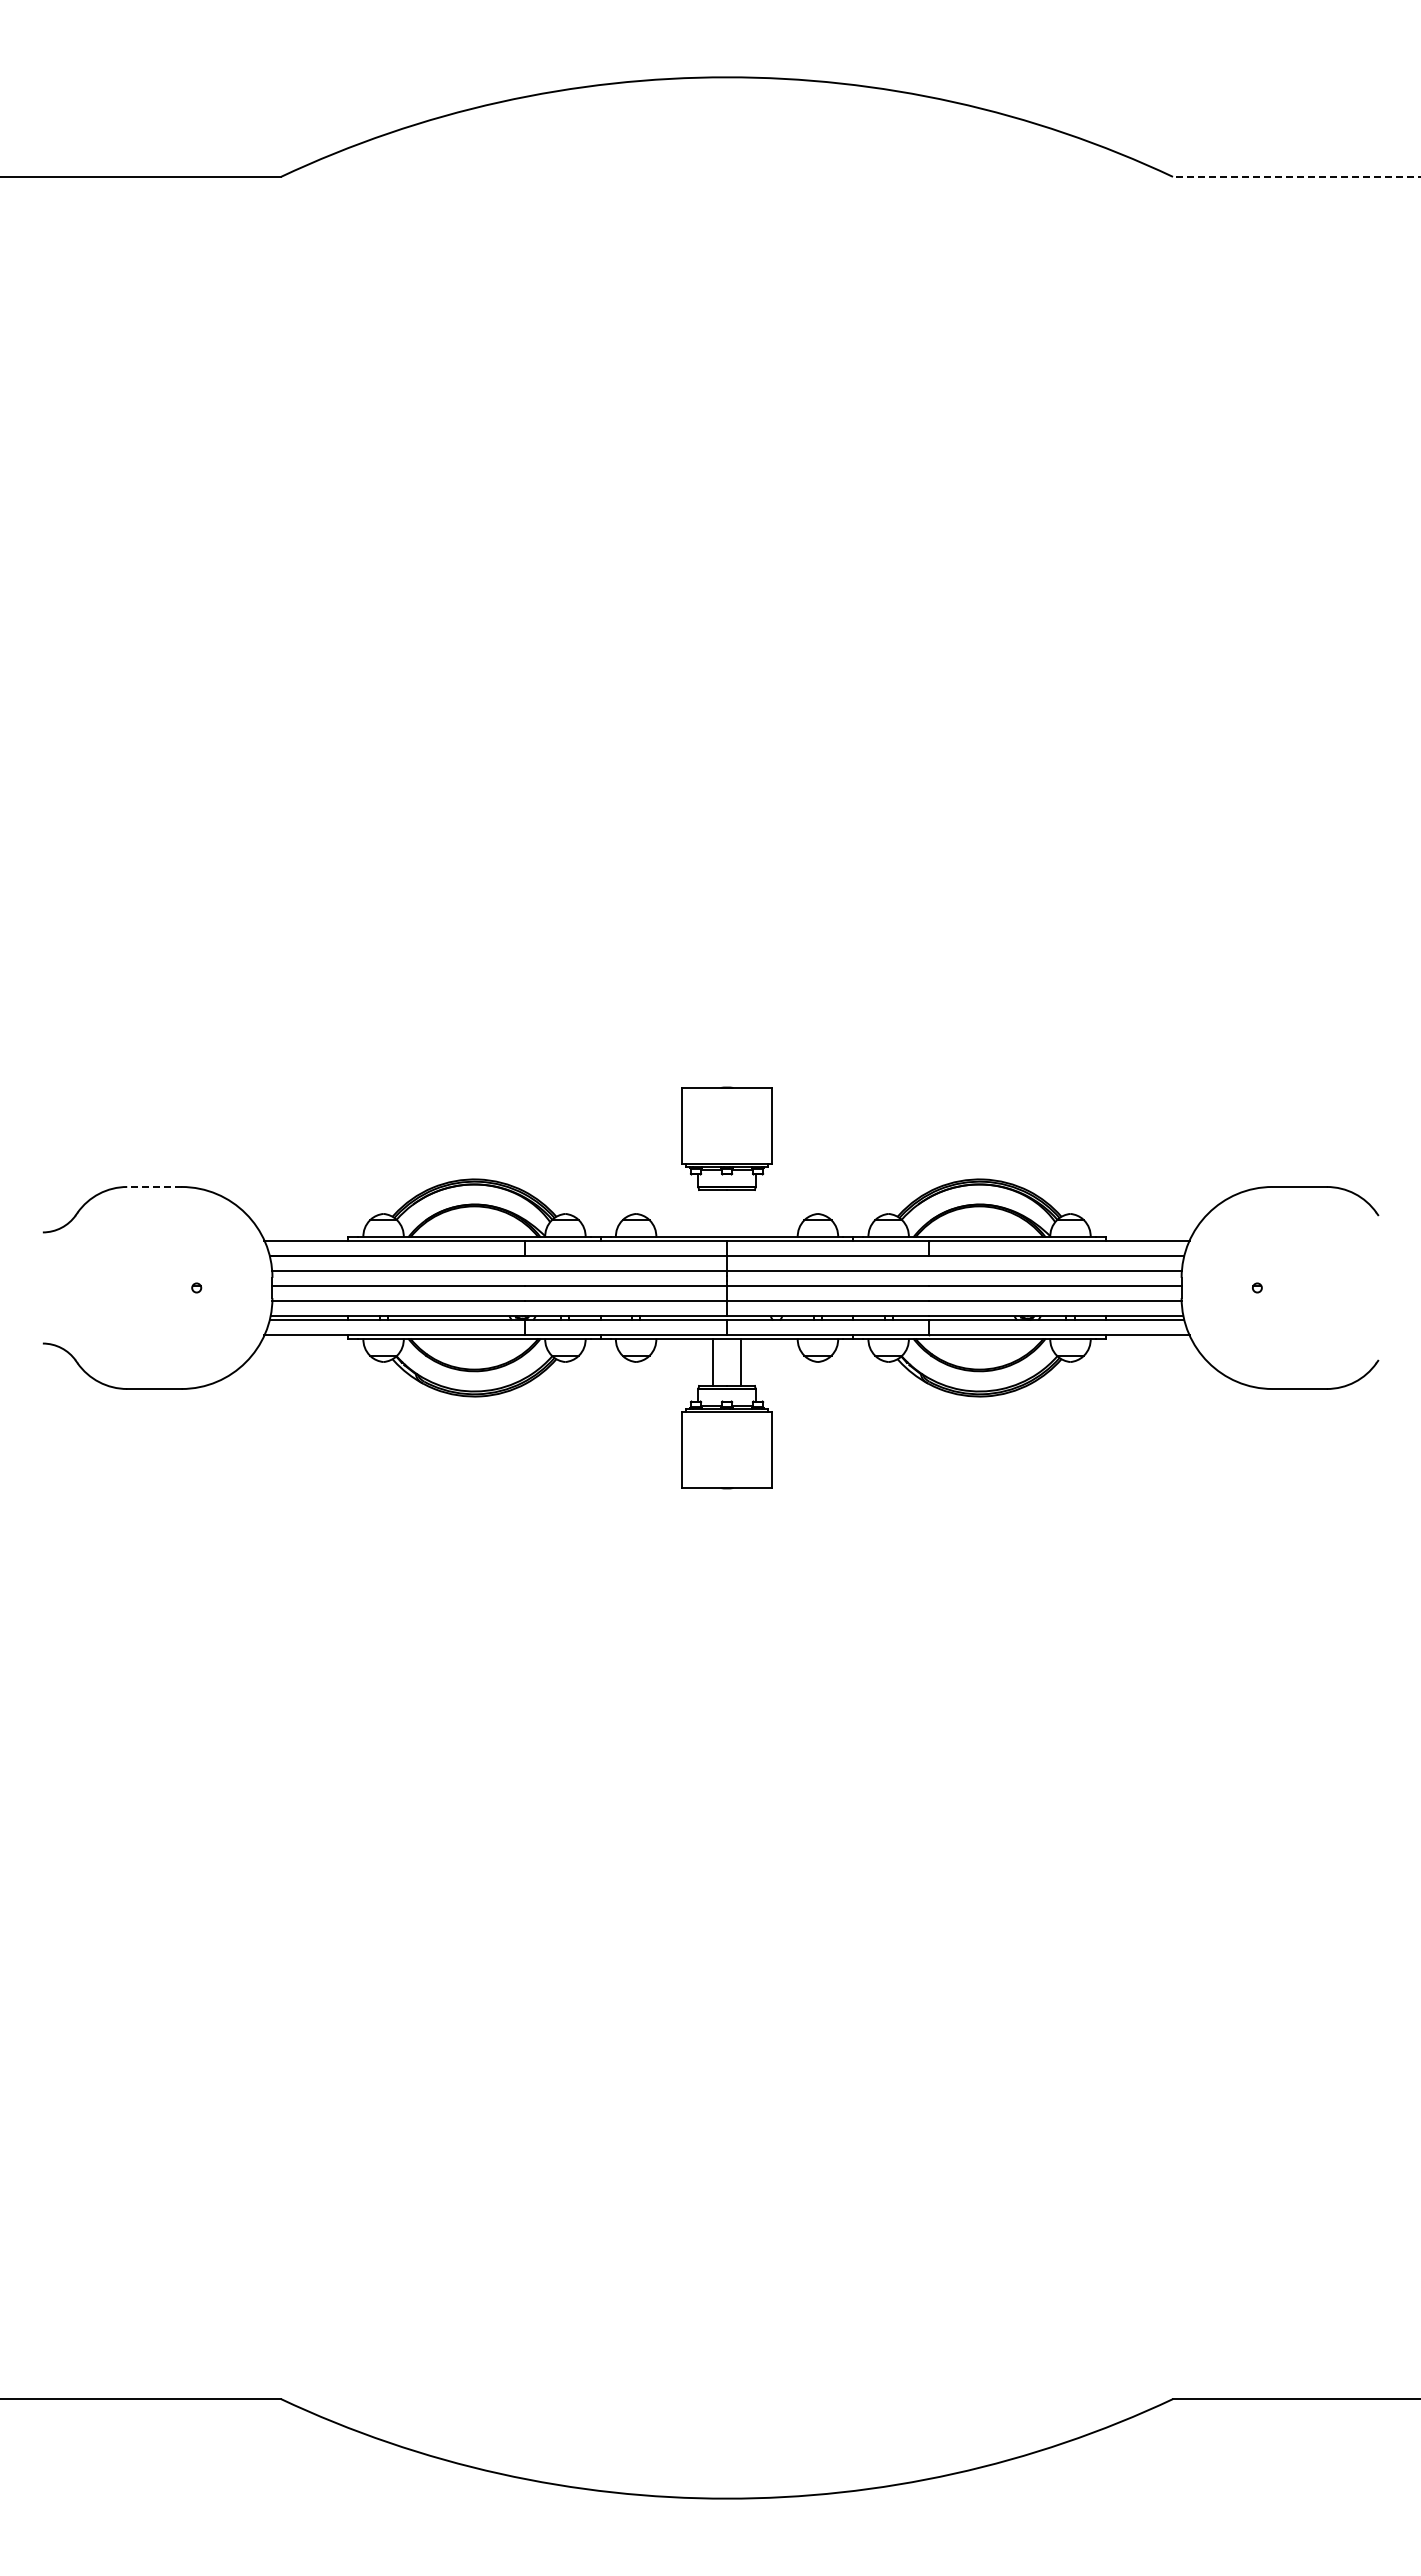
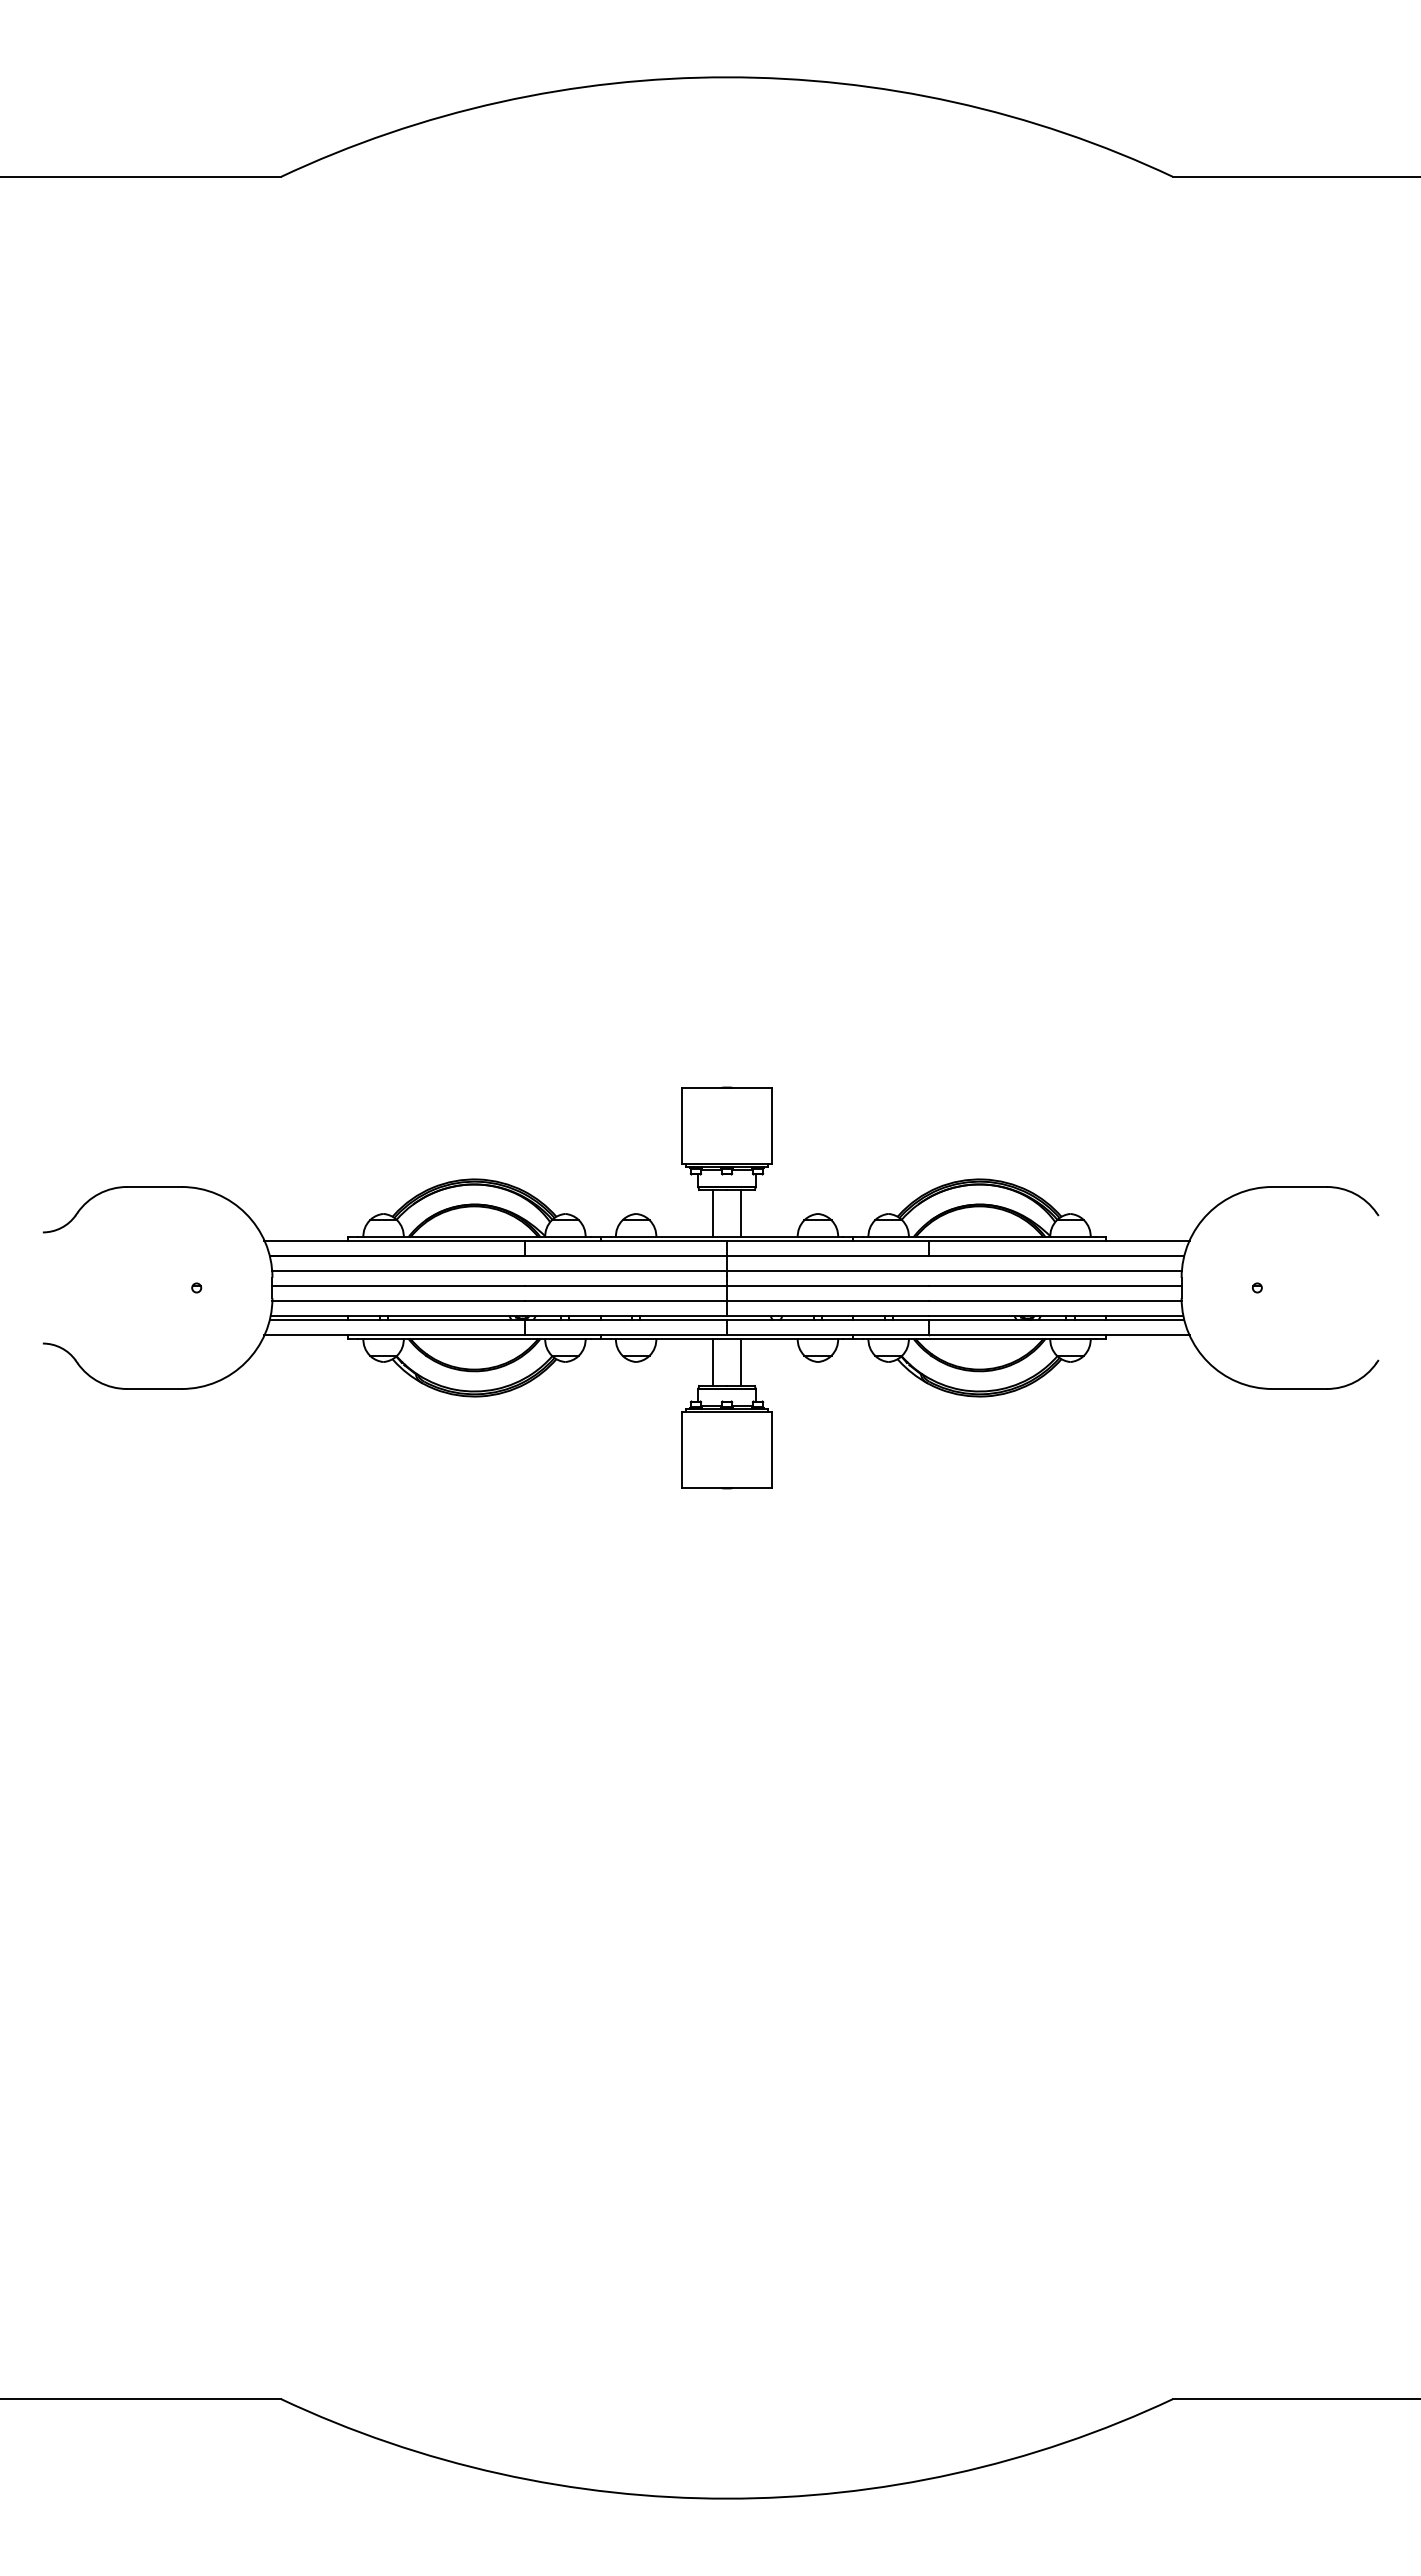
line at (1296, 176): dashed -> solid
line at (153, 1186): dashed -> solid
line at (713, 1213): none -> present
line at (740, 1213): none -> present
